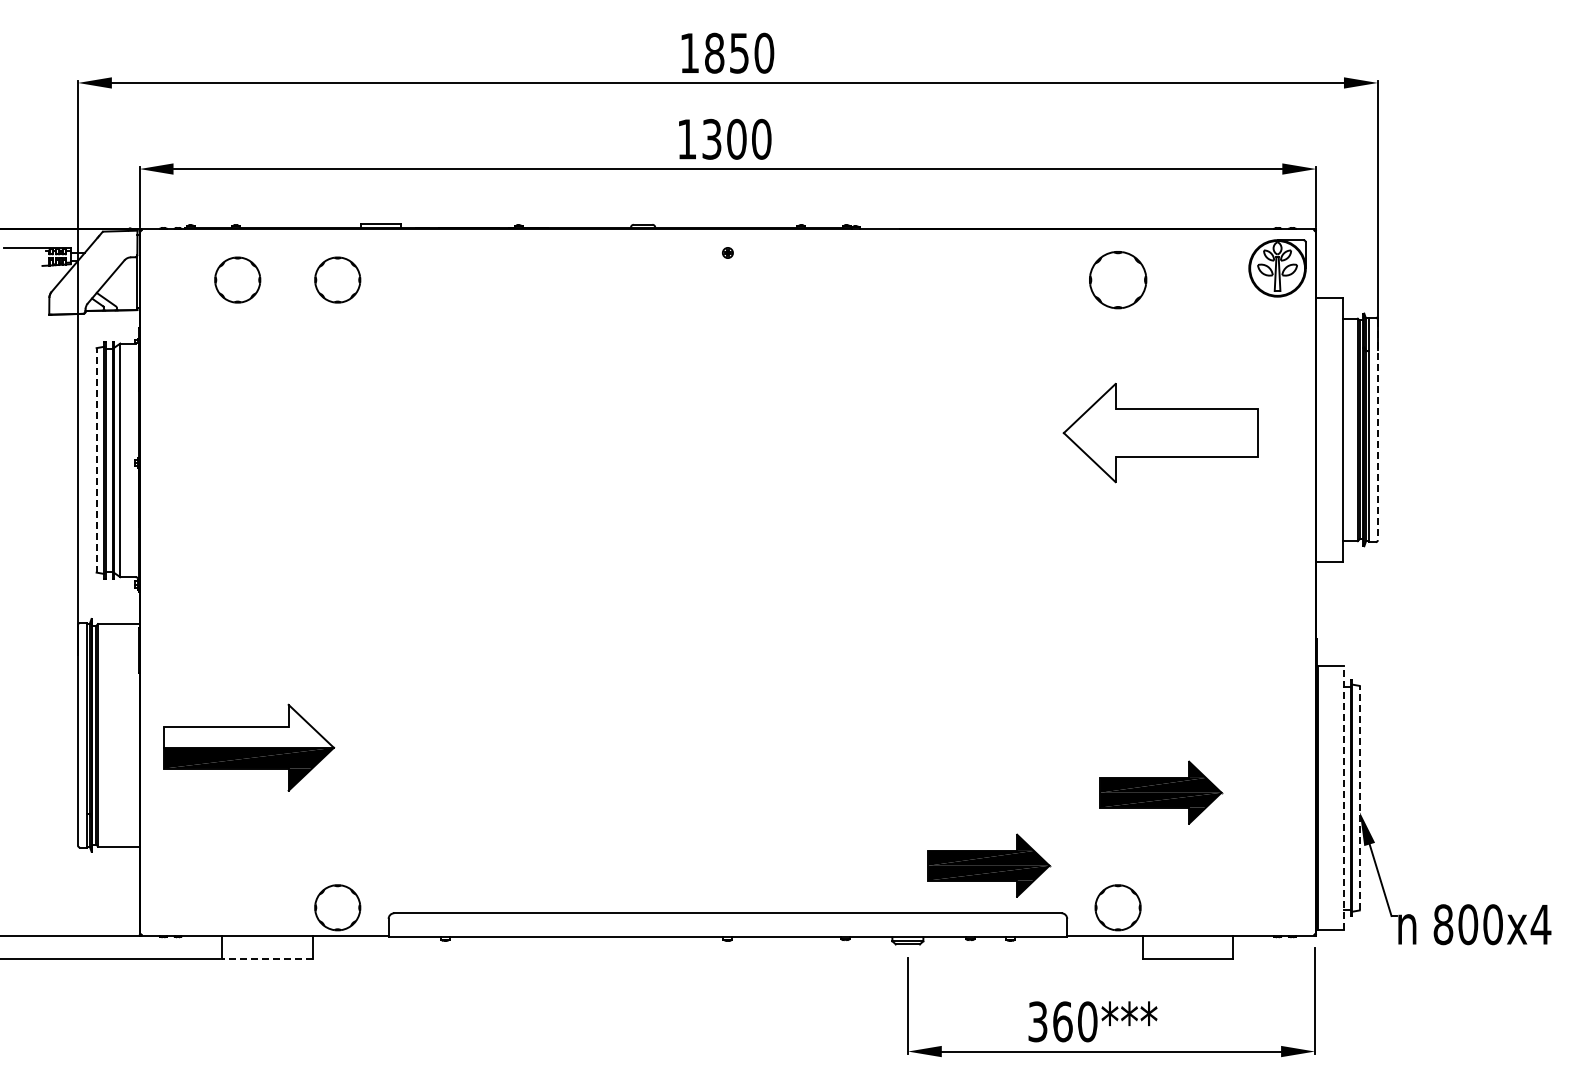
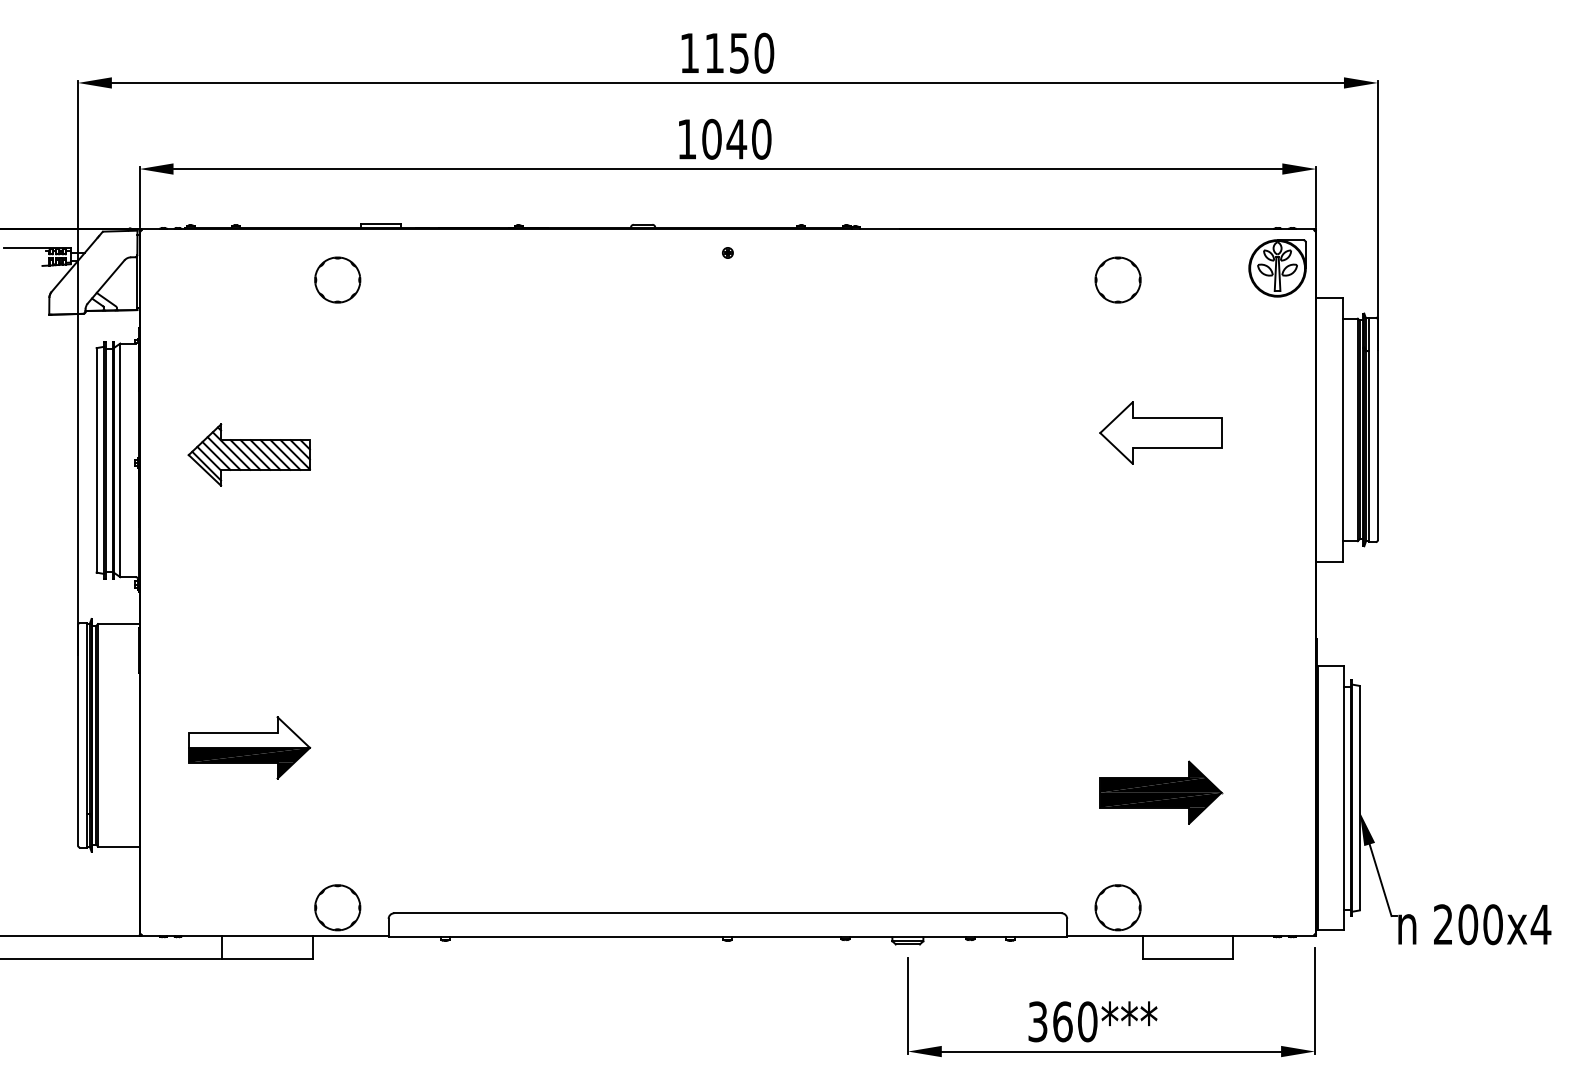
text at (714, 52): 1850 -> 1150
text at (724, 138): 1300 -> 1040
part at (237, 279): present -> none
part at (1118, 280) size: 59x59 px -> 48x48 px
line at (1377, 430): dashed -> solid
part at (1160, 432) size: 197x102 px -> 124x64 px
part at (248, 454): none -> present
line at (96, 459): dashed -> solid
part at (249, 747) size: 173x89 px -> 124x64 px
line at (1359, 797): dashed -> solid
line at (1343, 798): dashed -> solid
part at (989, 865): present -> none
text at (1443, 924): 800x4 -> 200x4
line at (267, 958): dashed -> solid
